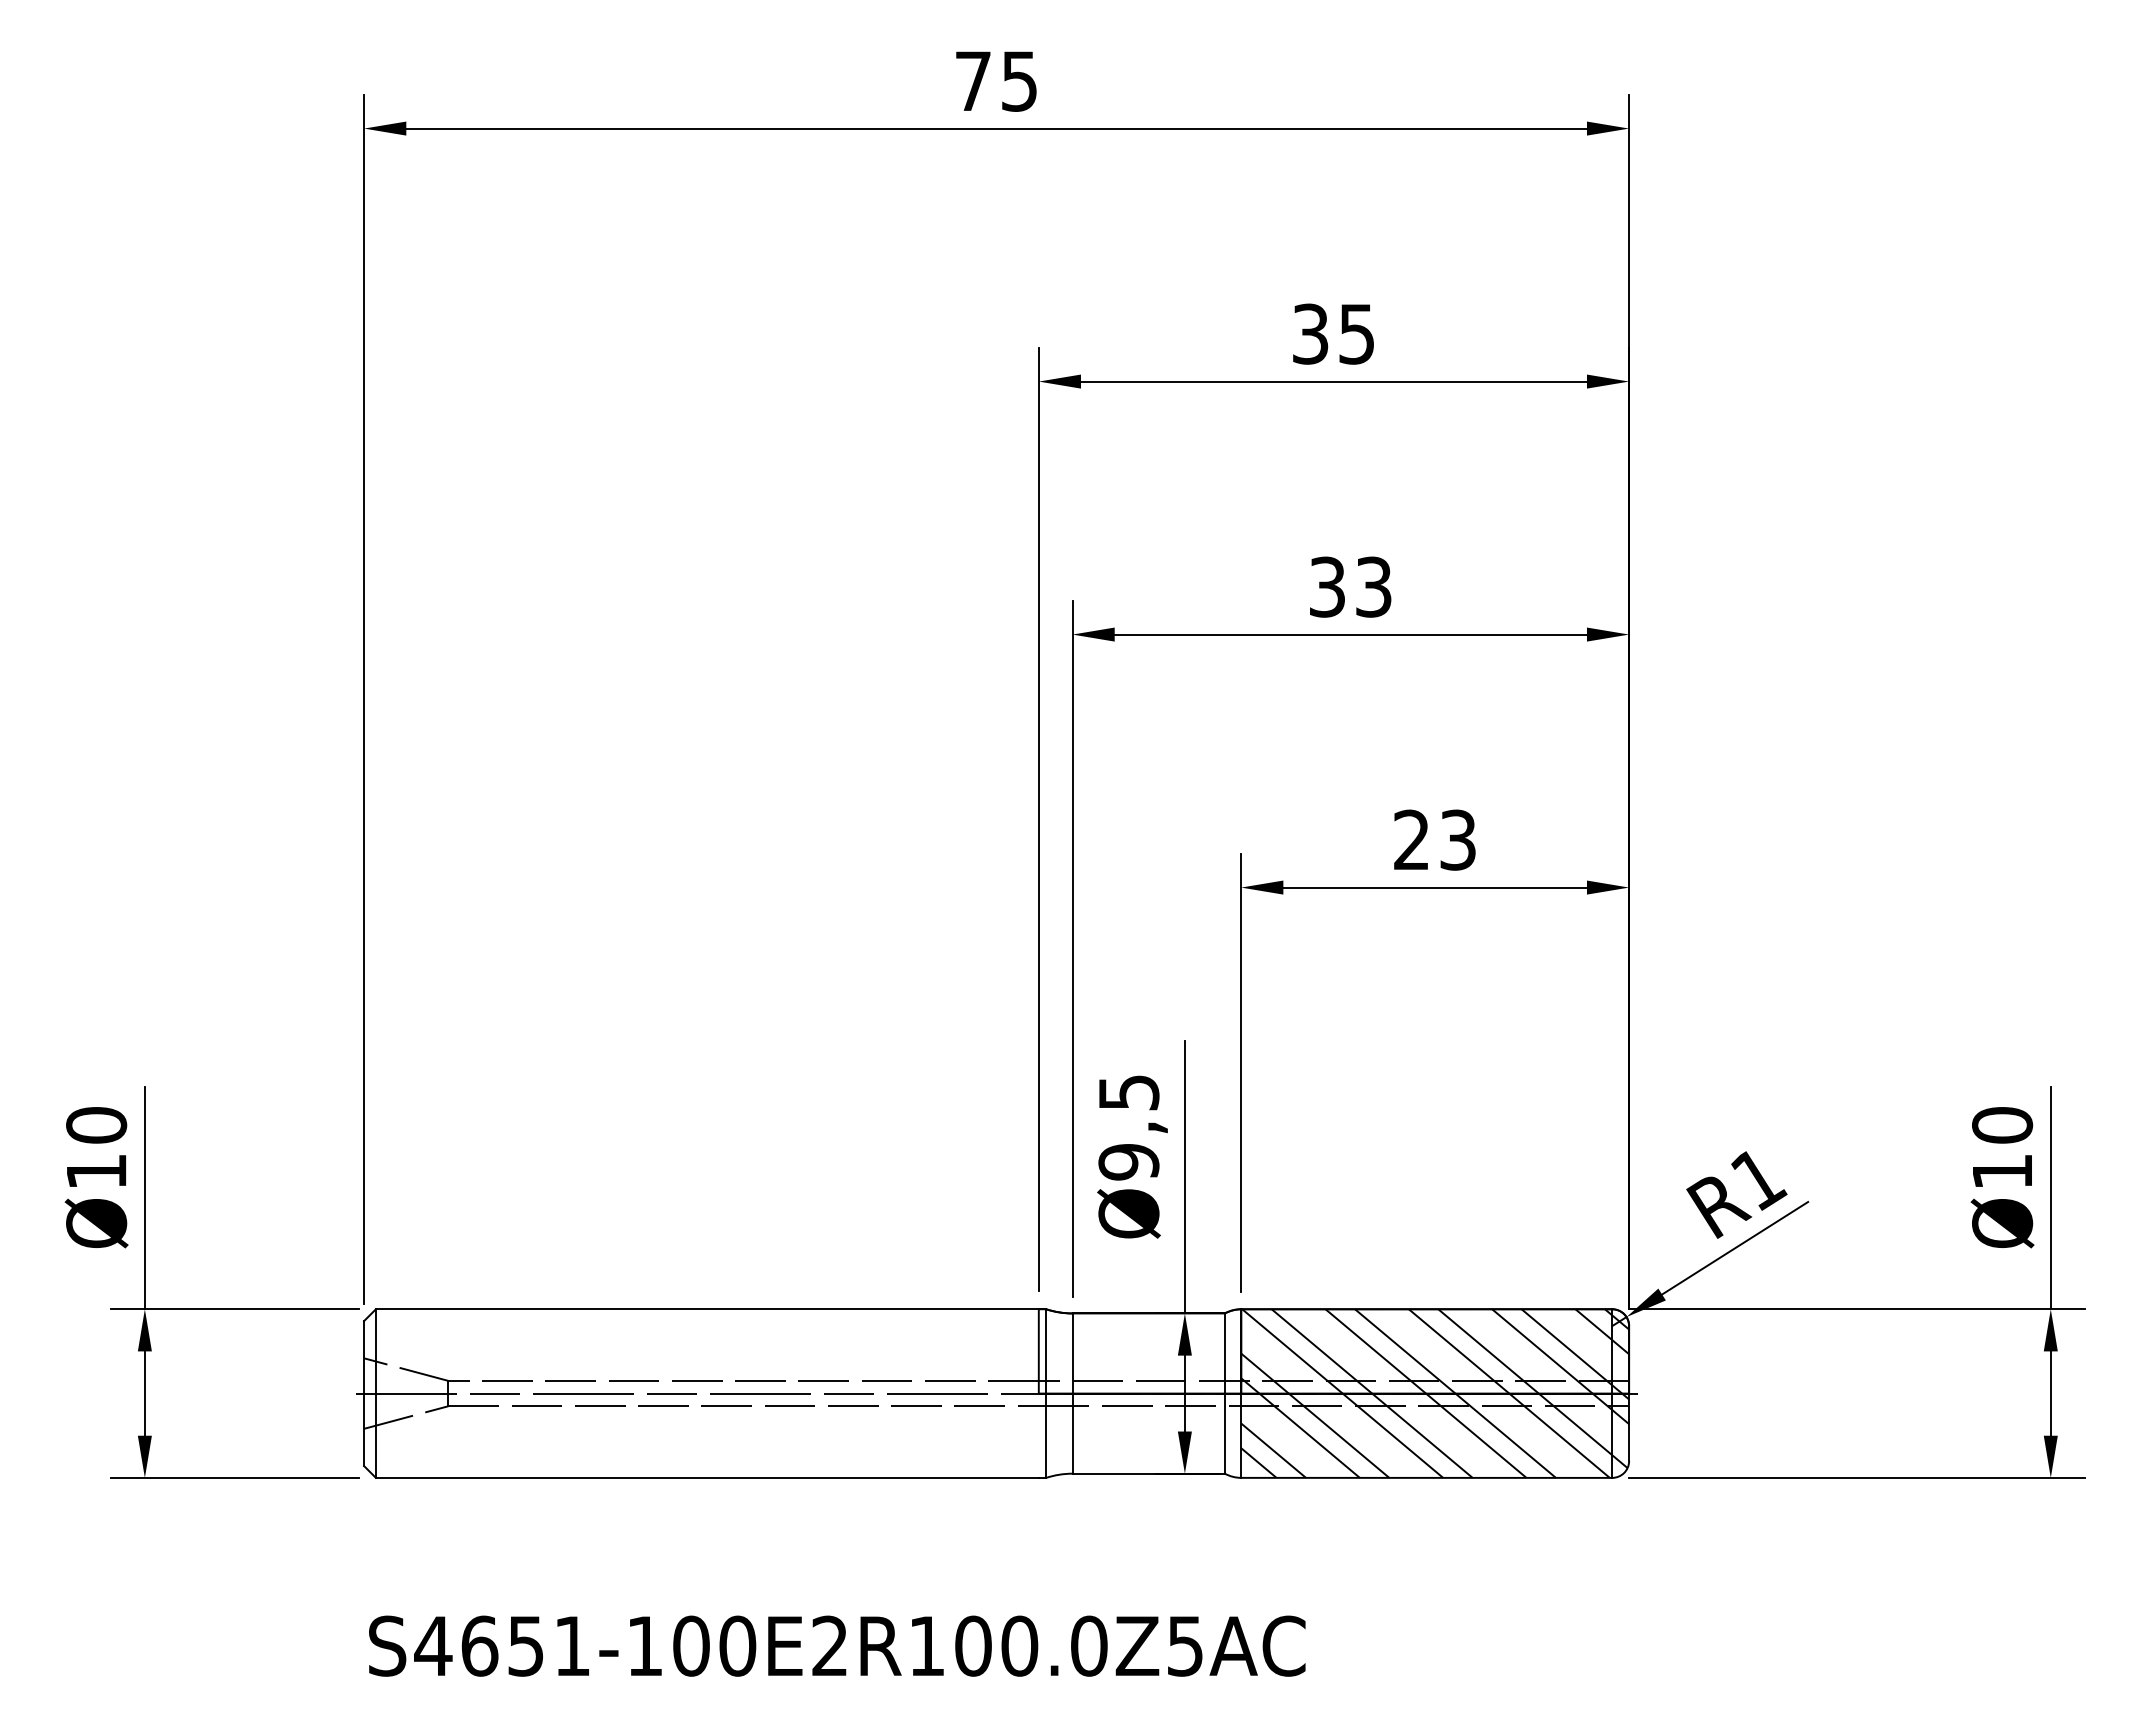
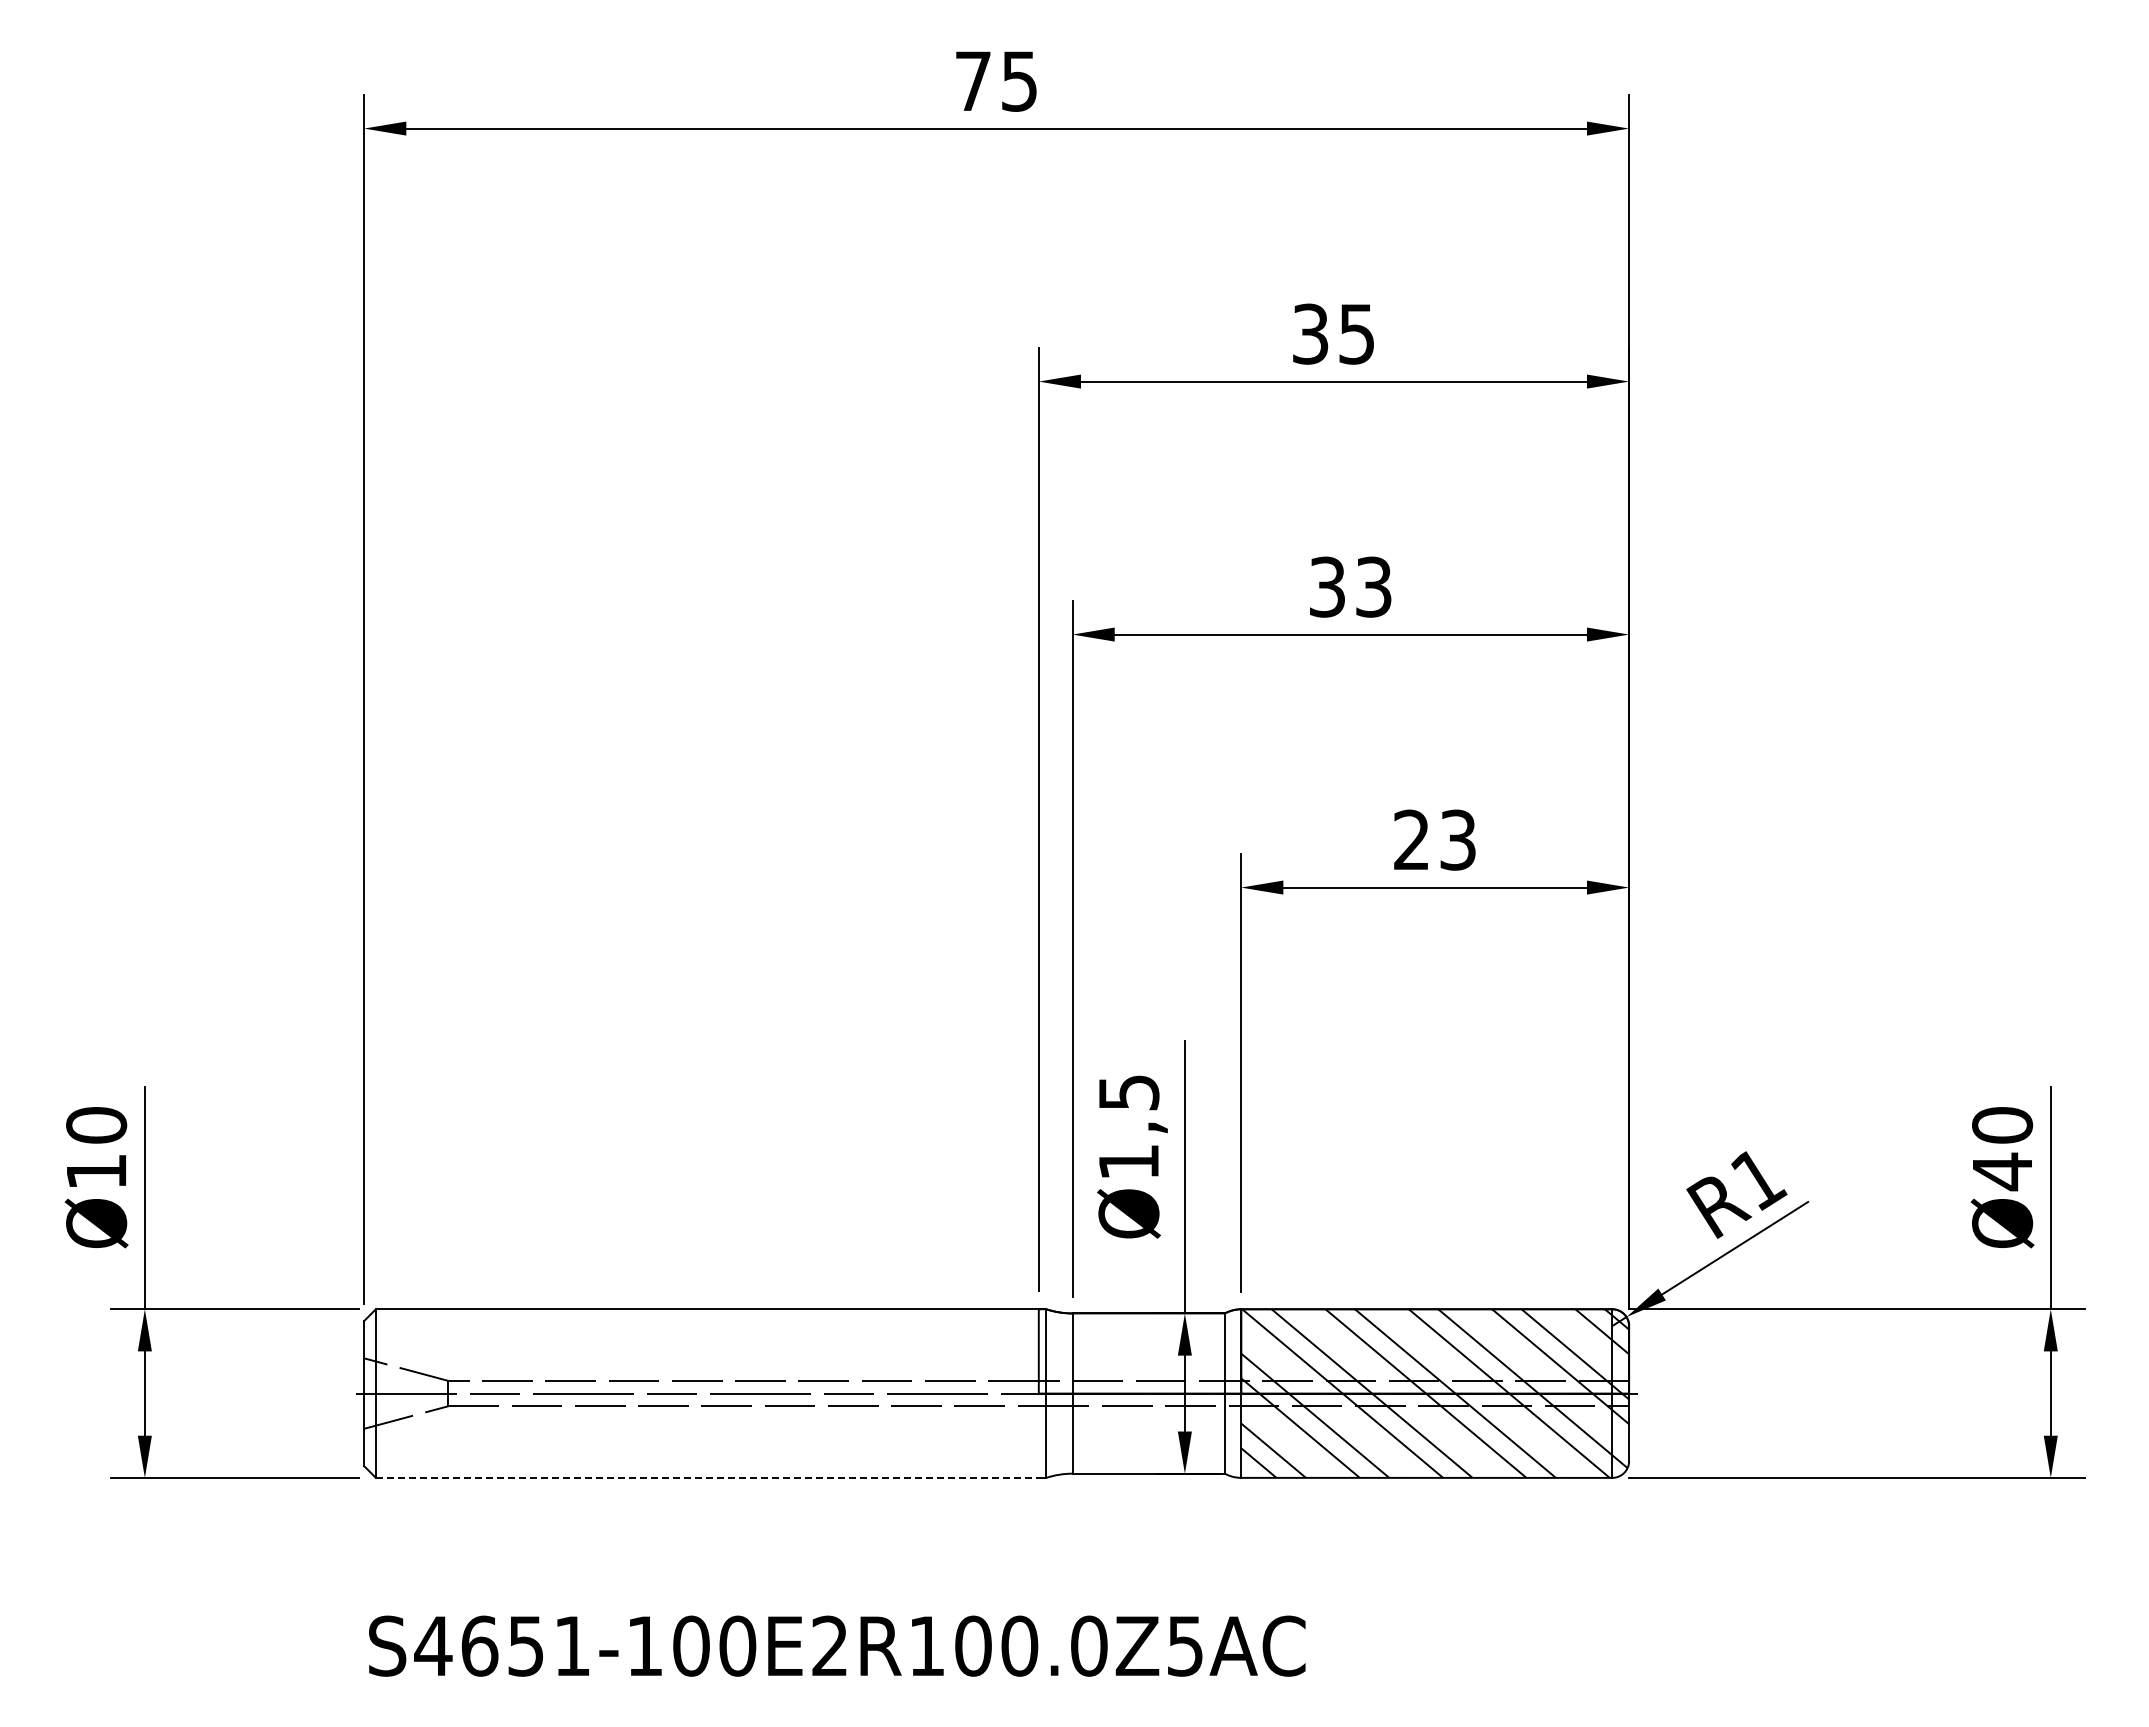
text at (1128, 1162): Ø9,5 -> Ø1,5
text at (2002, 1171): Ø10 -> Ø40
line at (707, 1477): solid -> dashed
